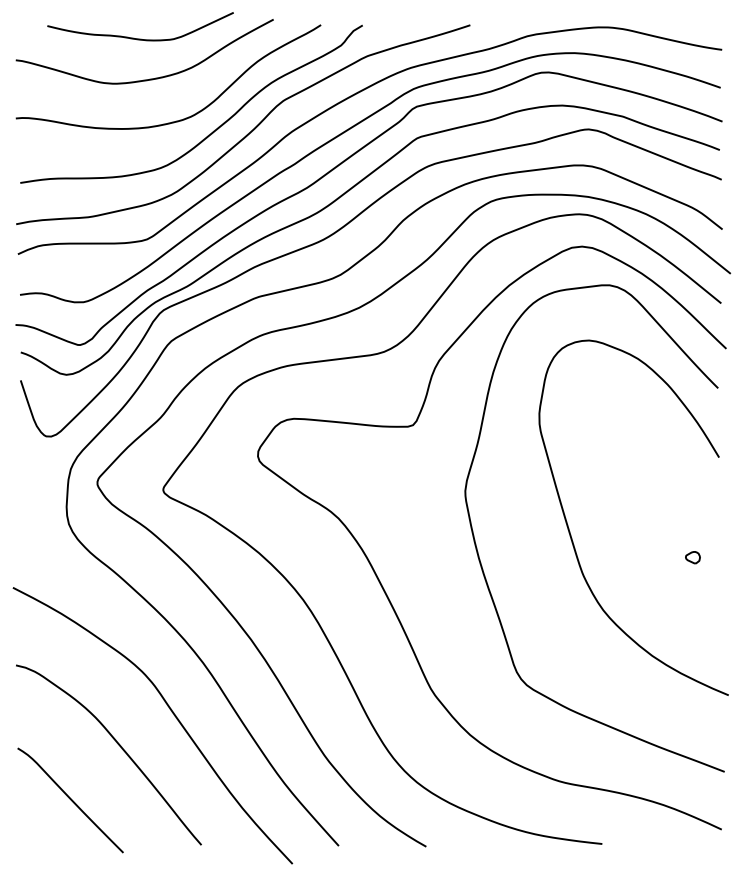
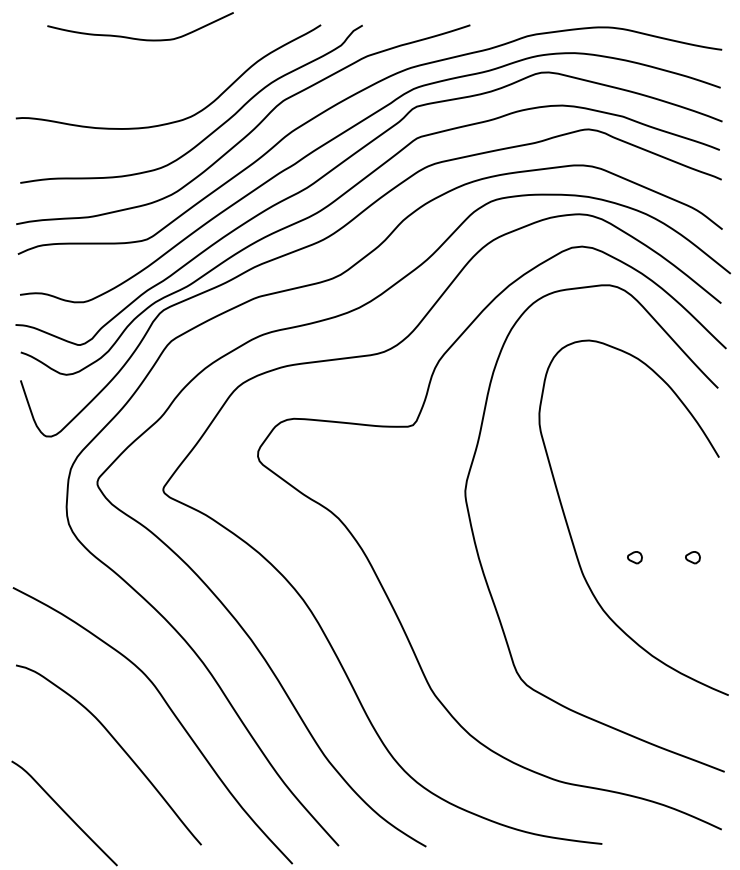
curve at (149, 78): present -> none
part at (634, 557): none -> present
curve at (70, 800) position: (70, 800) -> (64, 813)
